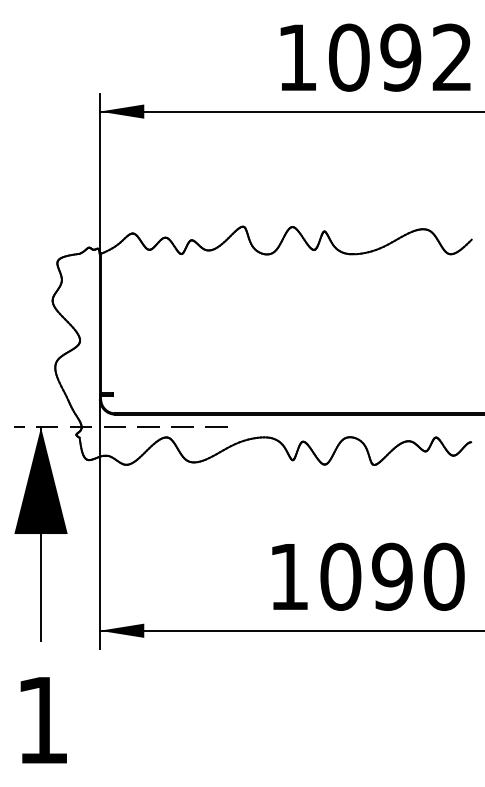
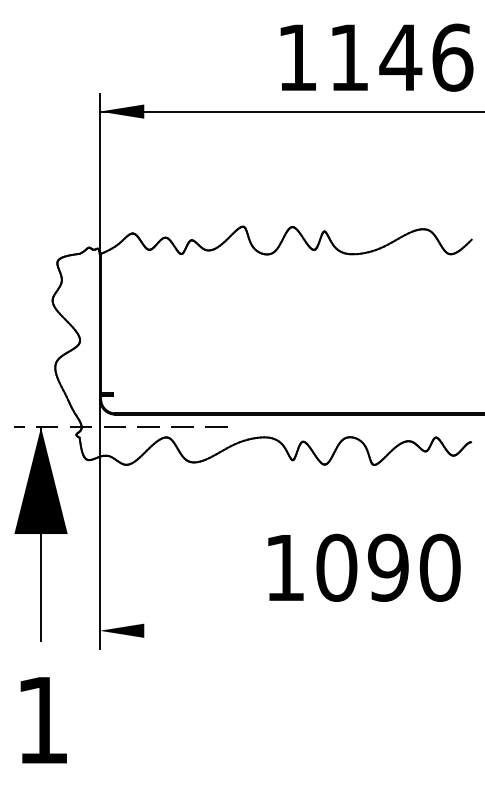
text at (401, 57): 1092 -> 1146
text at (368, 576) position: (368, 576) -> (364, 567)
line at (290, 630): present -> none
